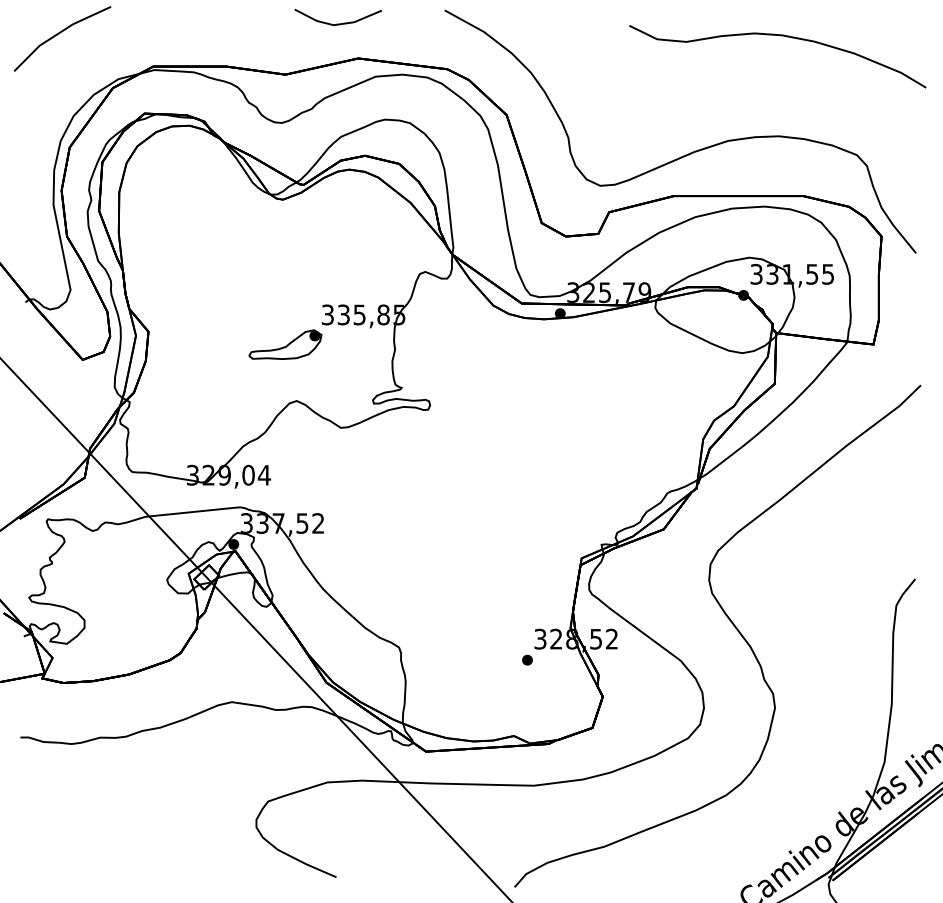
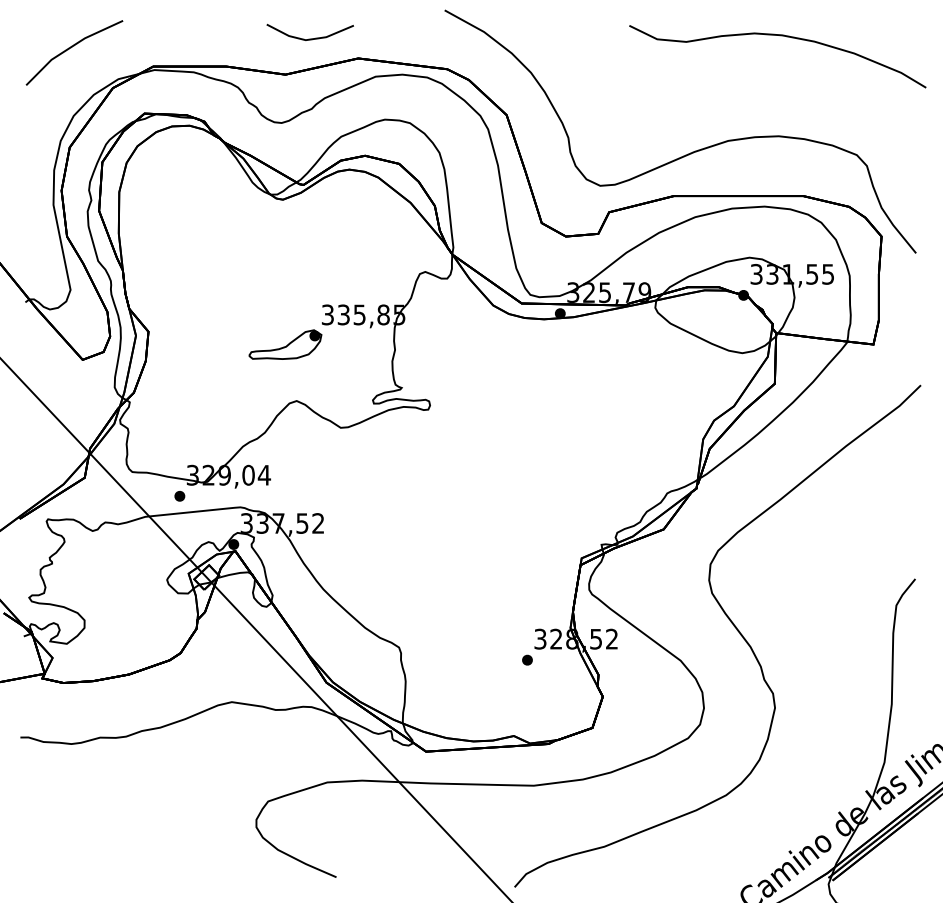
line at (337, 23) position: (337, 23) -> (309, 38)
line at (59, 34) position: (59, 34) -> (71, 48)
part at (179, 496): none -> present
